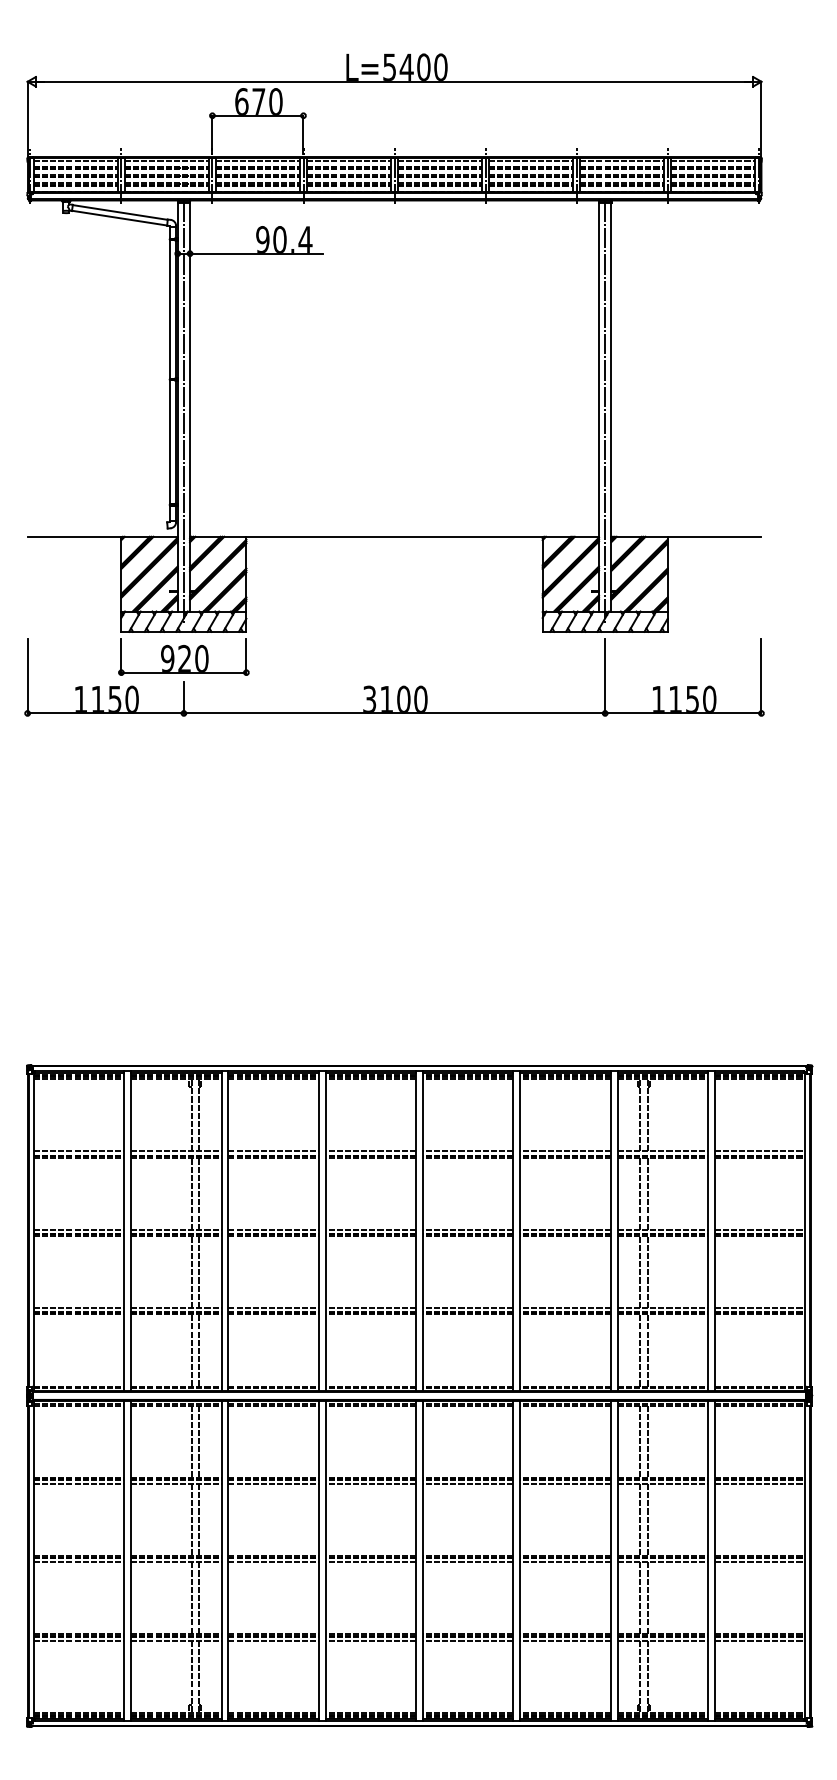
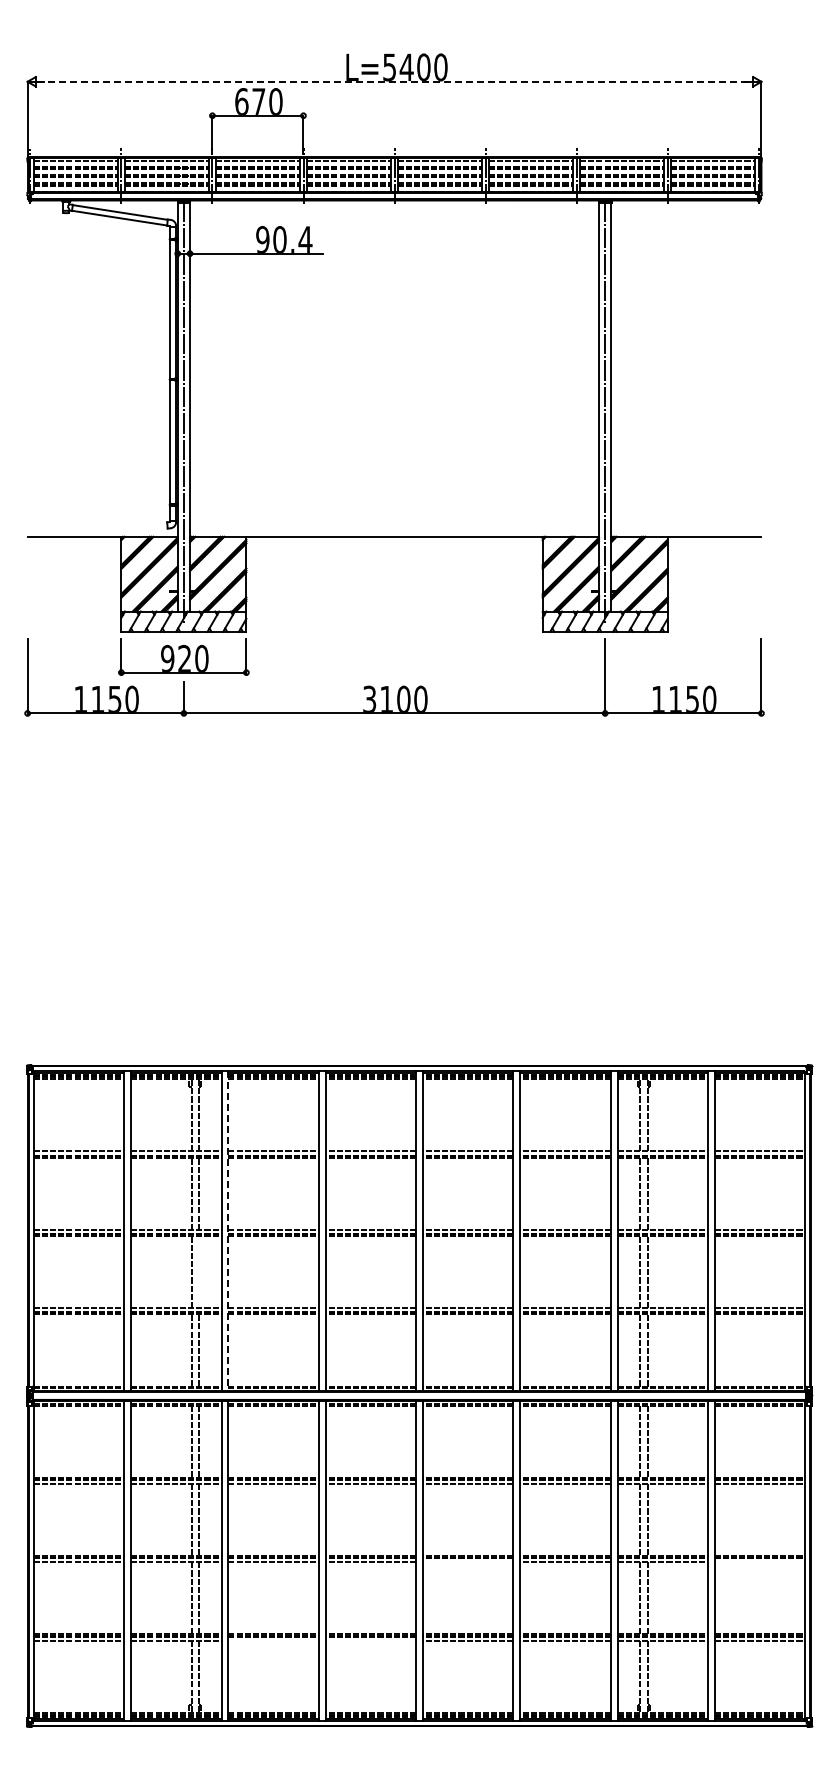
line at (395, 81): solid -> dashed
line at (228, 1231): solid -> dashed
line at (199, 1272): present -> none
line at (467, 1562): present -> none
line at (759, 1562): present -> none
line at (273, 1640): present -> none
line at (370, 1640): present -> none
